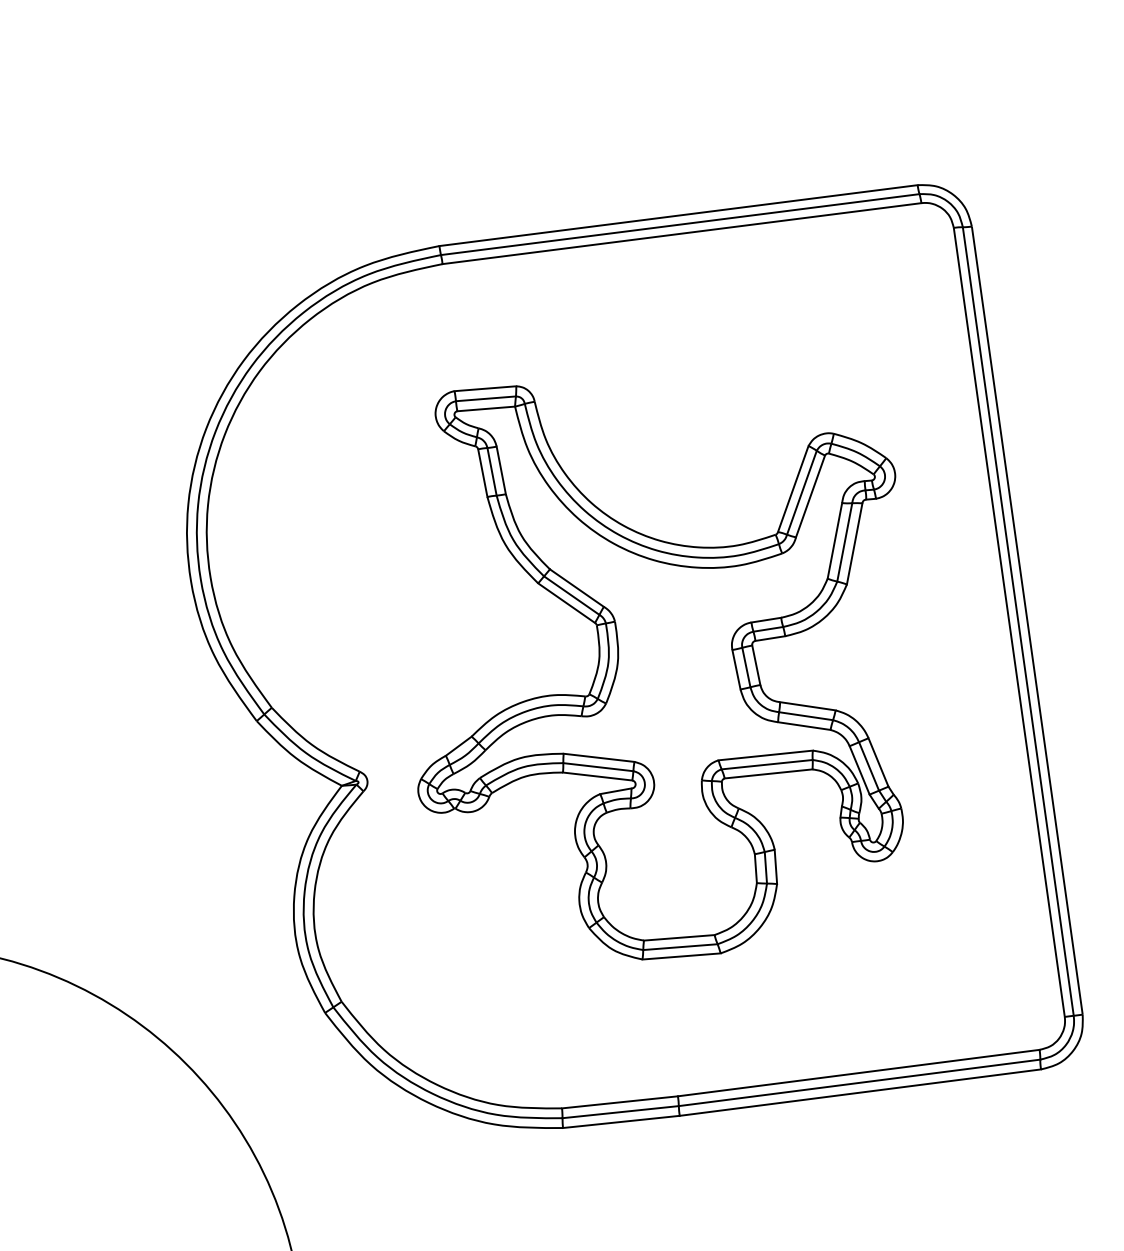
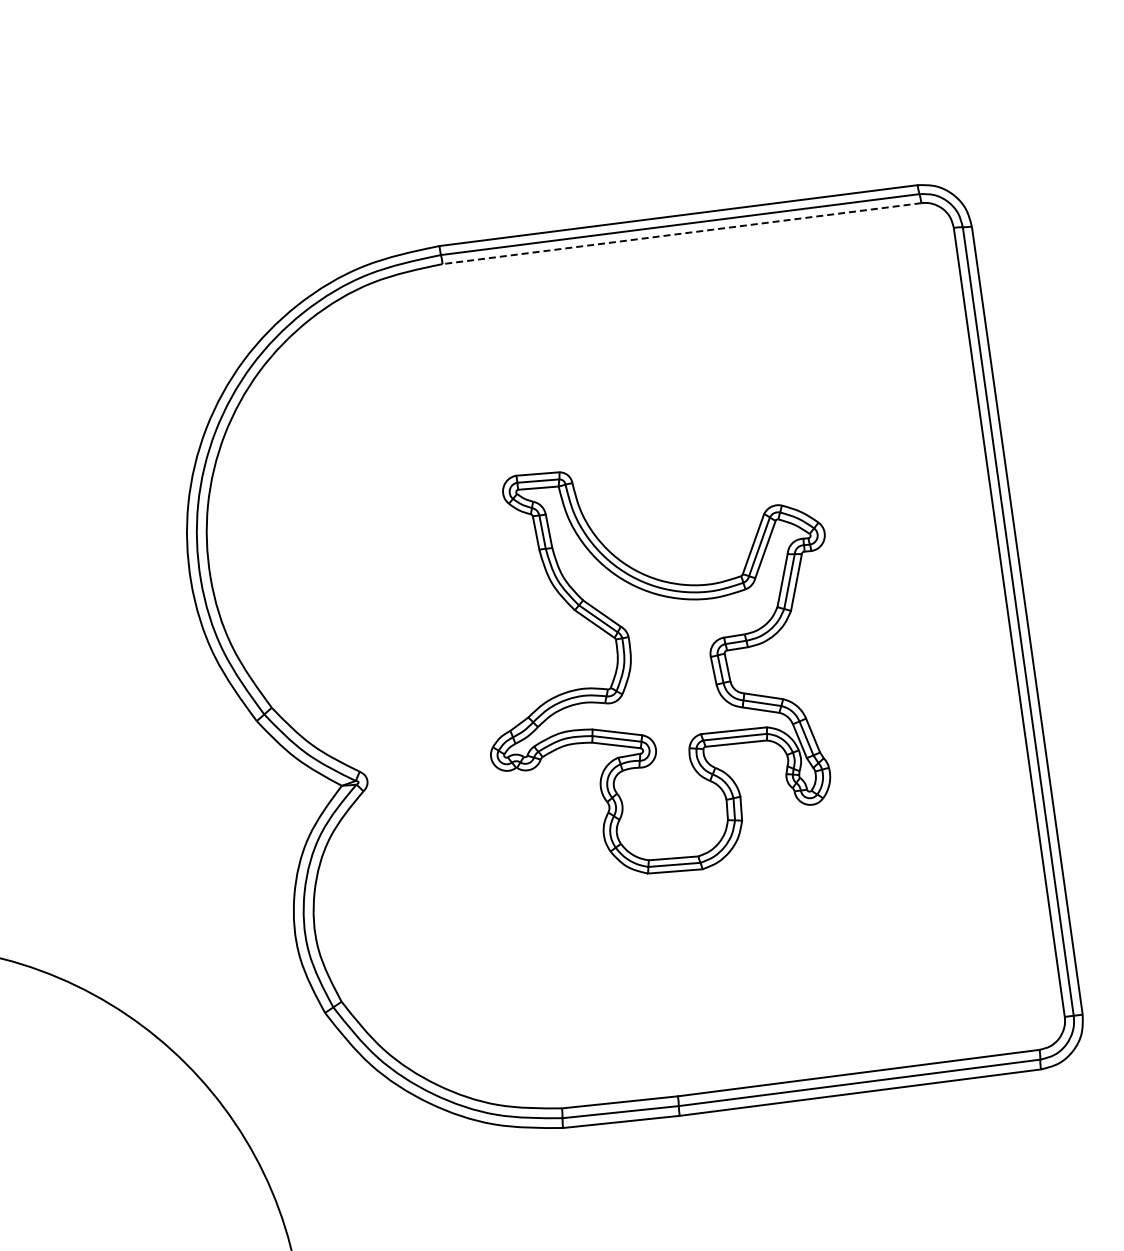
line at (681, 233): solid -> dashed
part at (660, 672) size: 487x576 px -> 342x404 px
